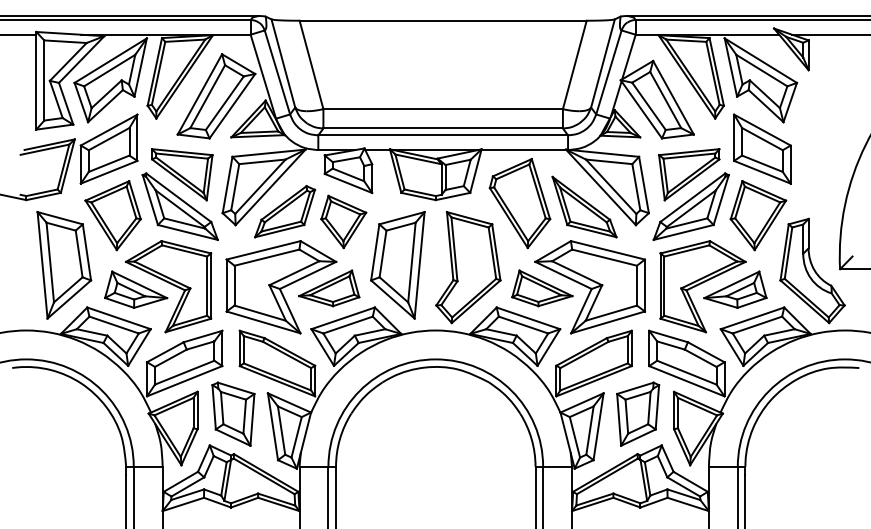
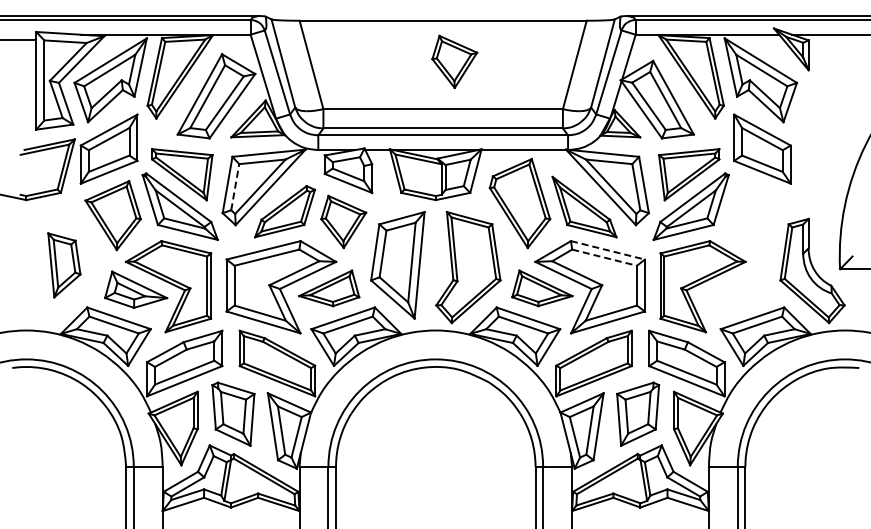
line at (19, 34) position: (19, 34) -> (19, 39)
part at (454, 61): none -> present
line at (235, 186): solid -> dashed
part at (758, 215): present -> none
line at (608, 250): solid -> dashed
line at (605, 257): solid -> dashed
part at (64, 265) size: 57x109 px -> 35x67 px
part at (735, 289): present -> none
